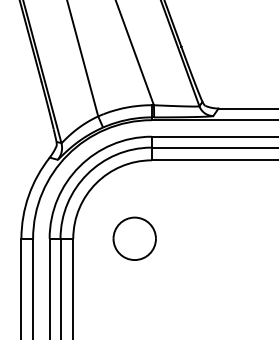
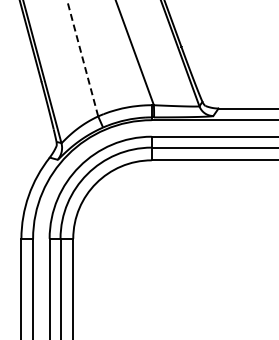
line at (82, 58): solid -> dashed
part at (134, 238): present -> none
